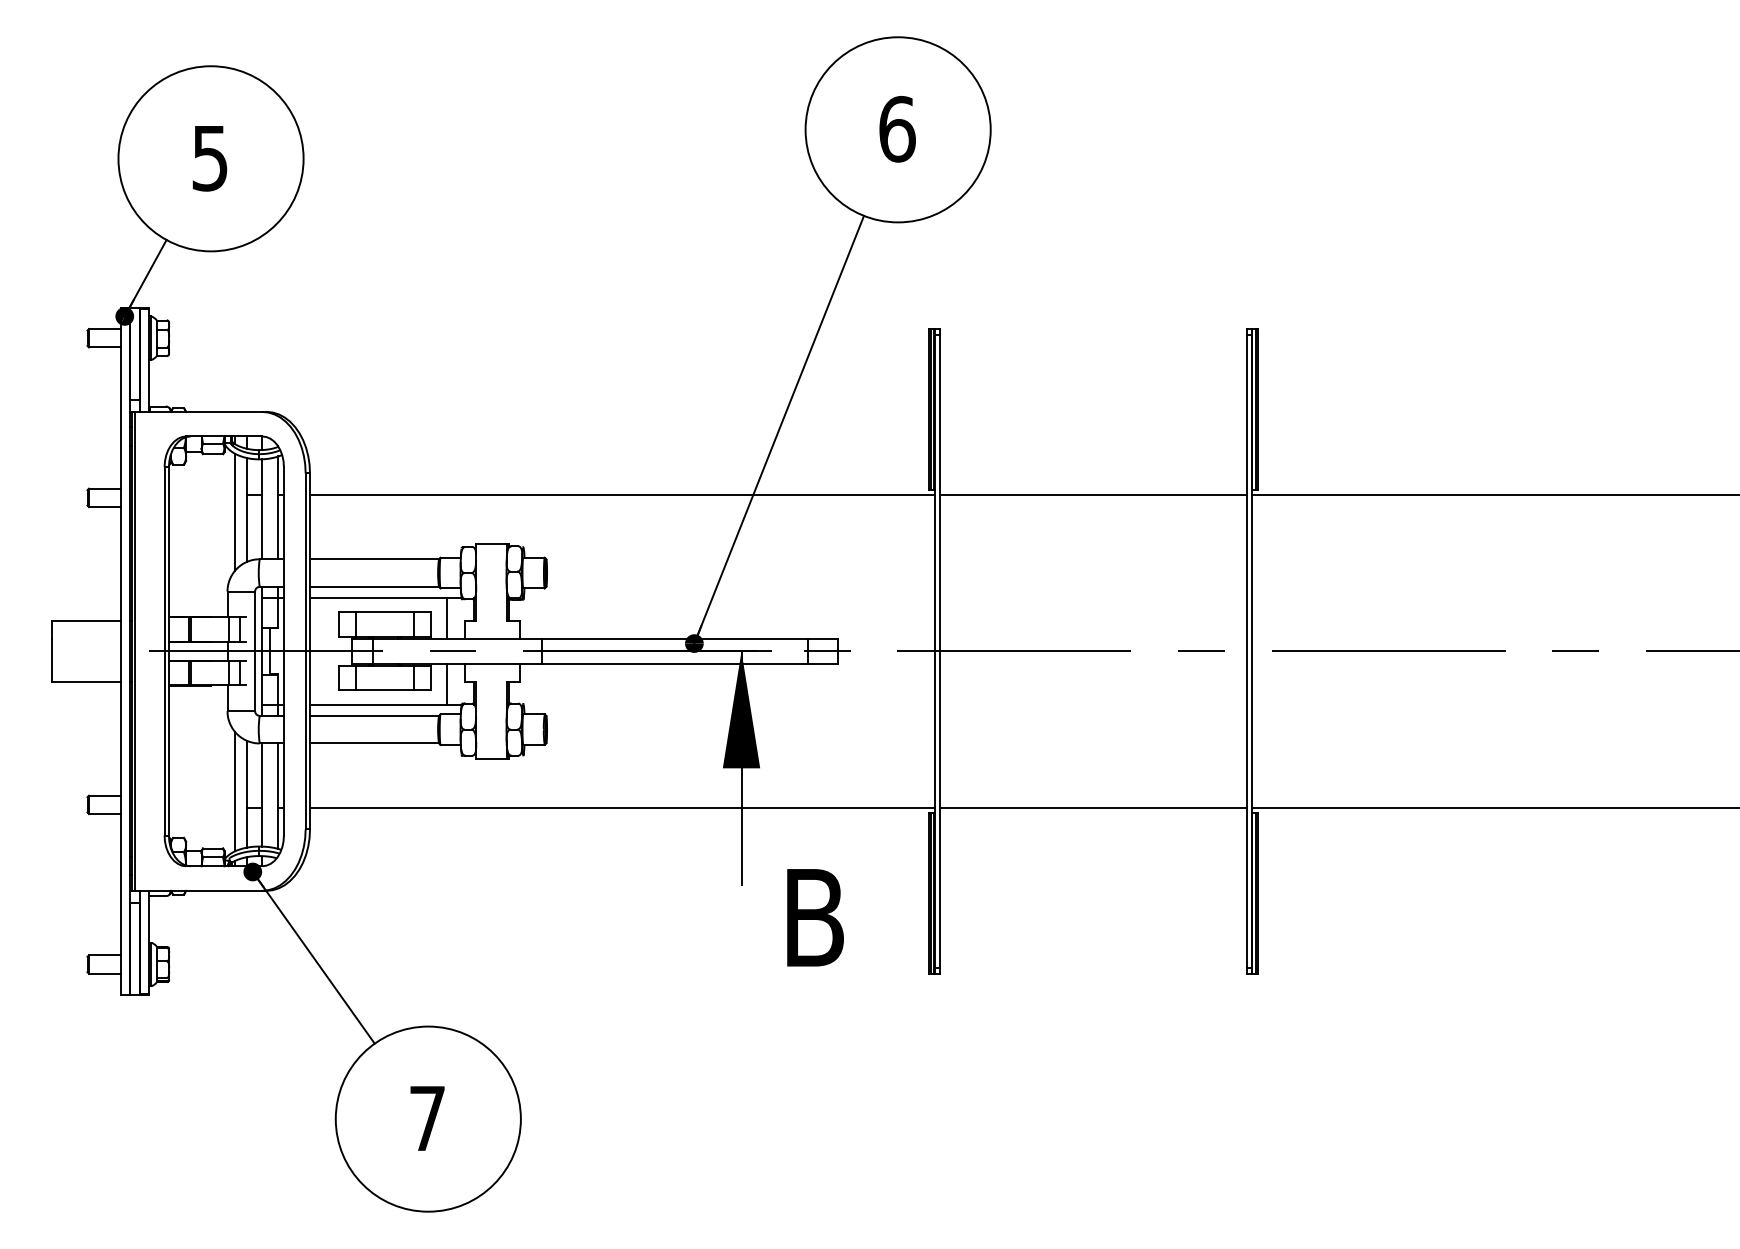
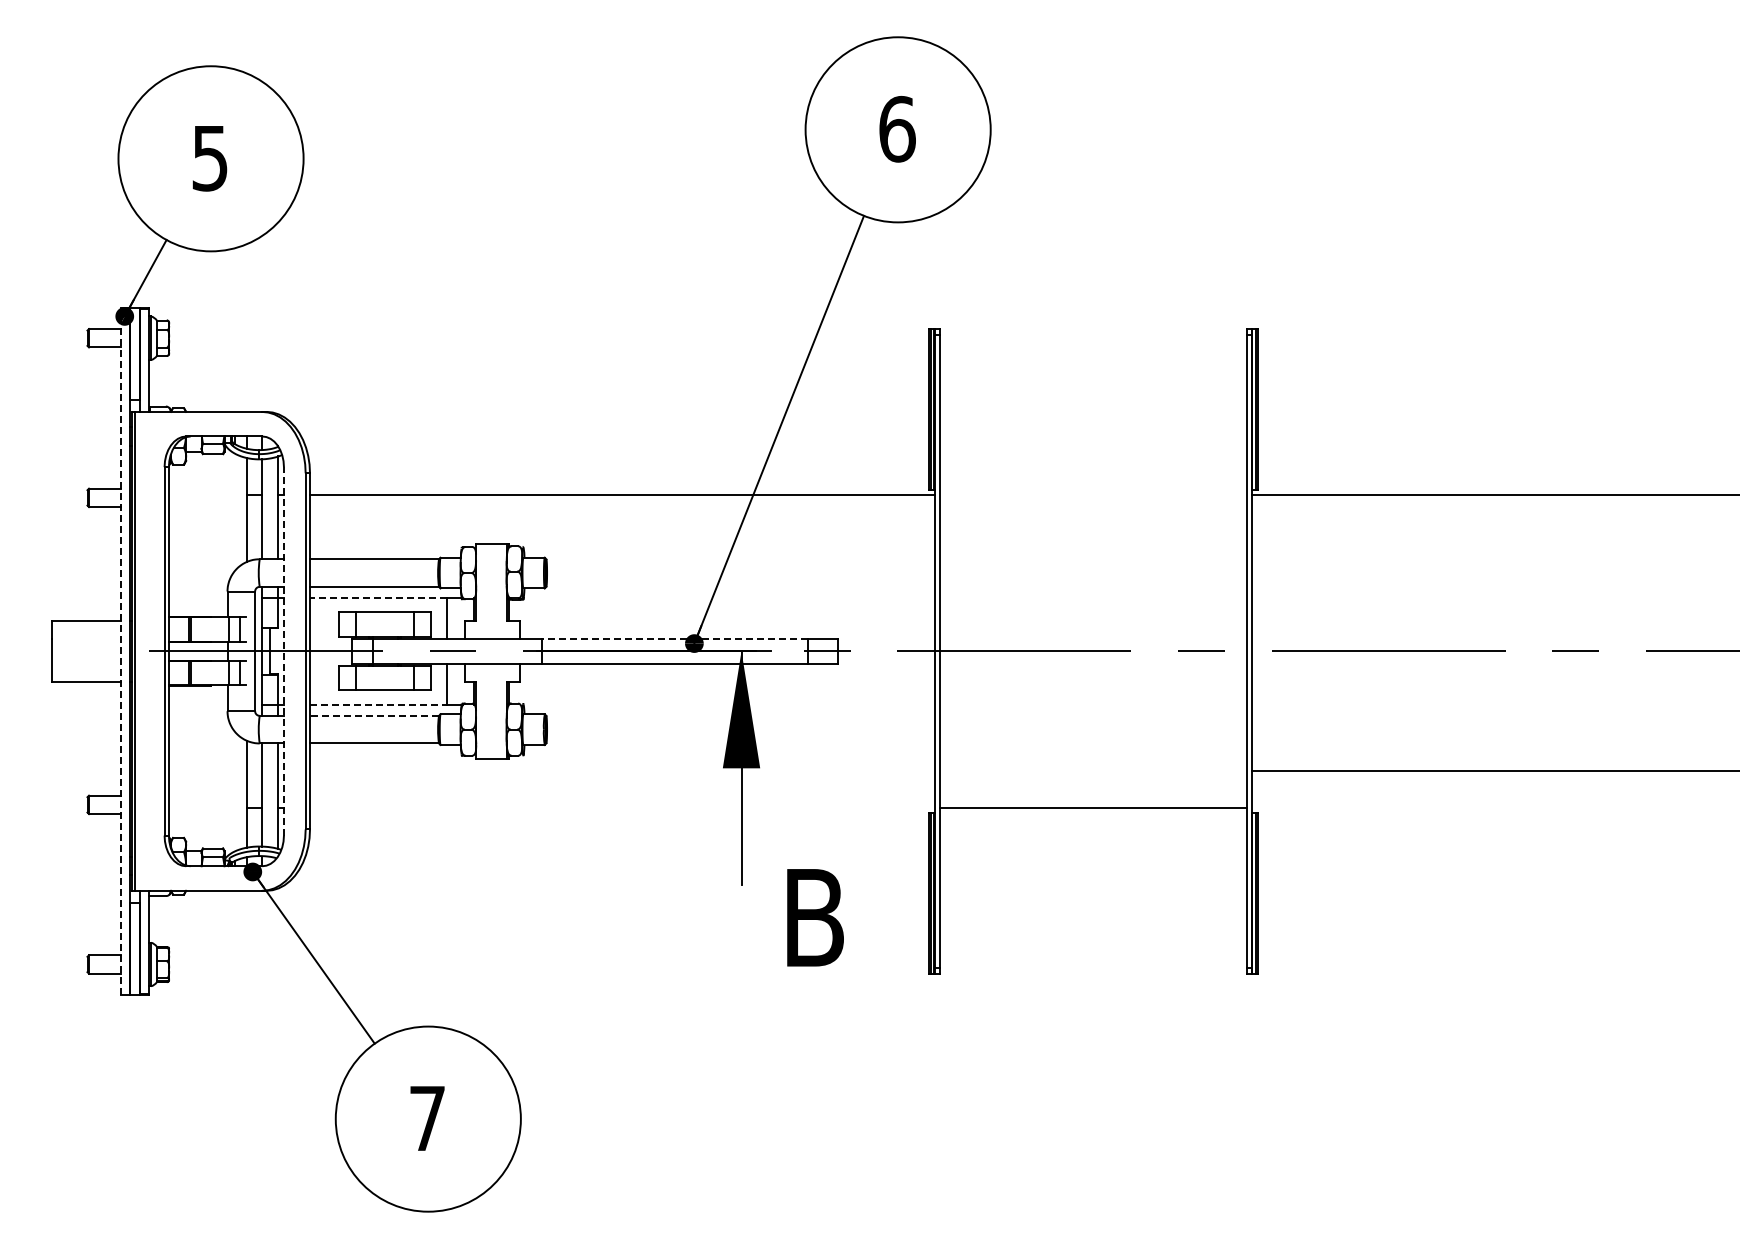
line at (1092, 494): present -> none
line at (234, 512): present -> none
line at (377, 597): solid -> dashed
line at (674, 639): solid -> dashed
line at (283, 650): solid -> dashed
line at (121, 651): solid -> dashed
line at (378, 705): solid -> dashed
line at (374, 715): solid -> dashed
line at (234, 791): present -> none
line at (622, 807): present -> none
line at (1493, 807) position: (1493, 807) -> (1493, 770)
